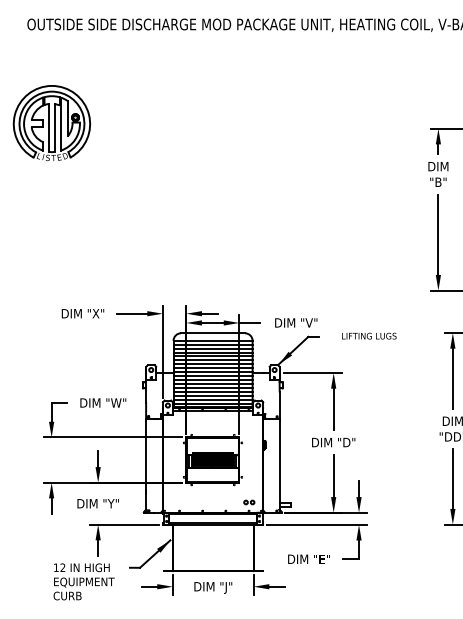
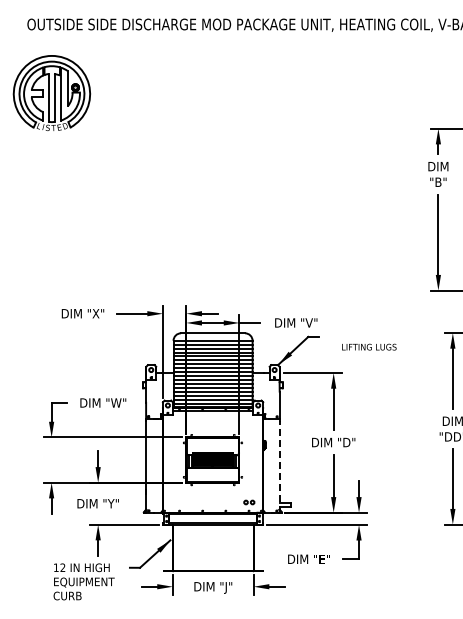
part at (51, 122) position: (51, 122) -> (51, 92)
text at (369, 335) position: (369, 335) -> (369, 346)
line at (279, 467): solid -> dashed
